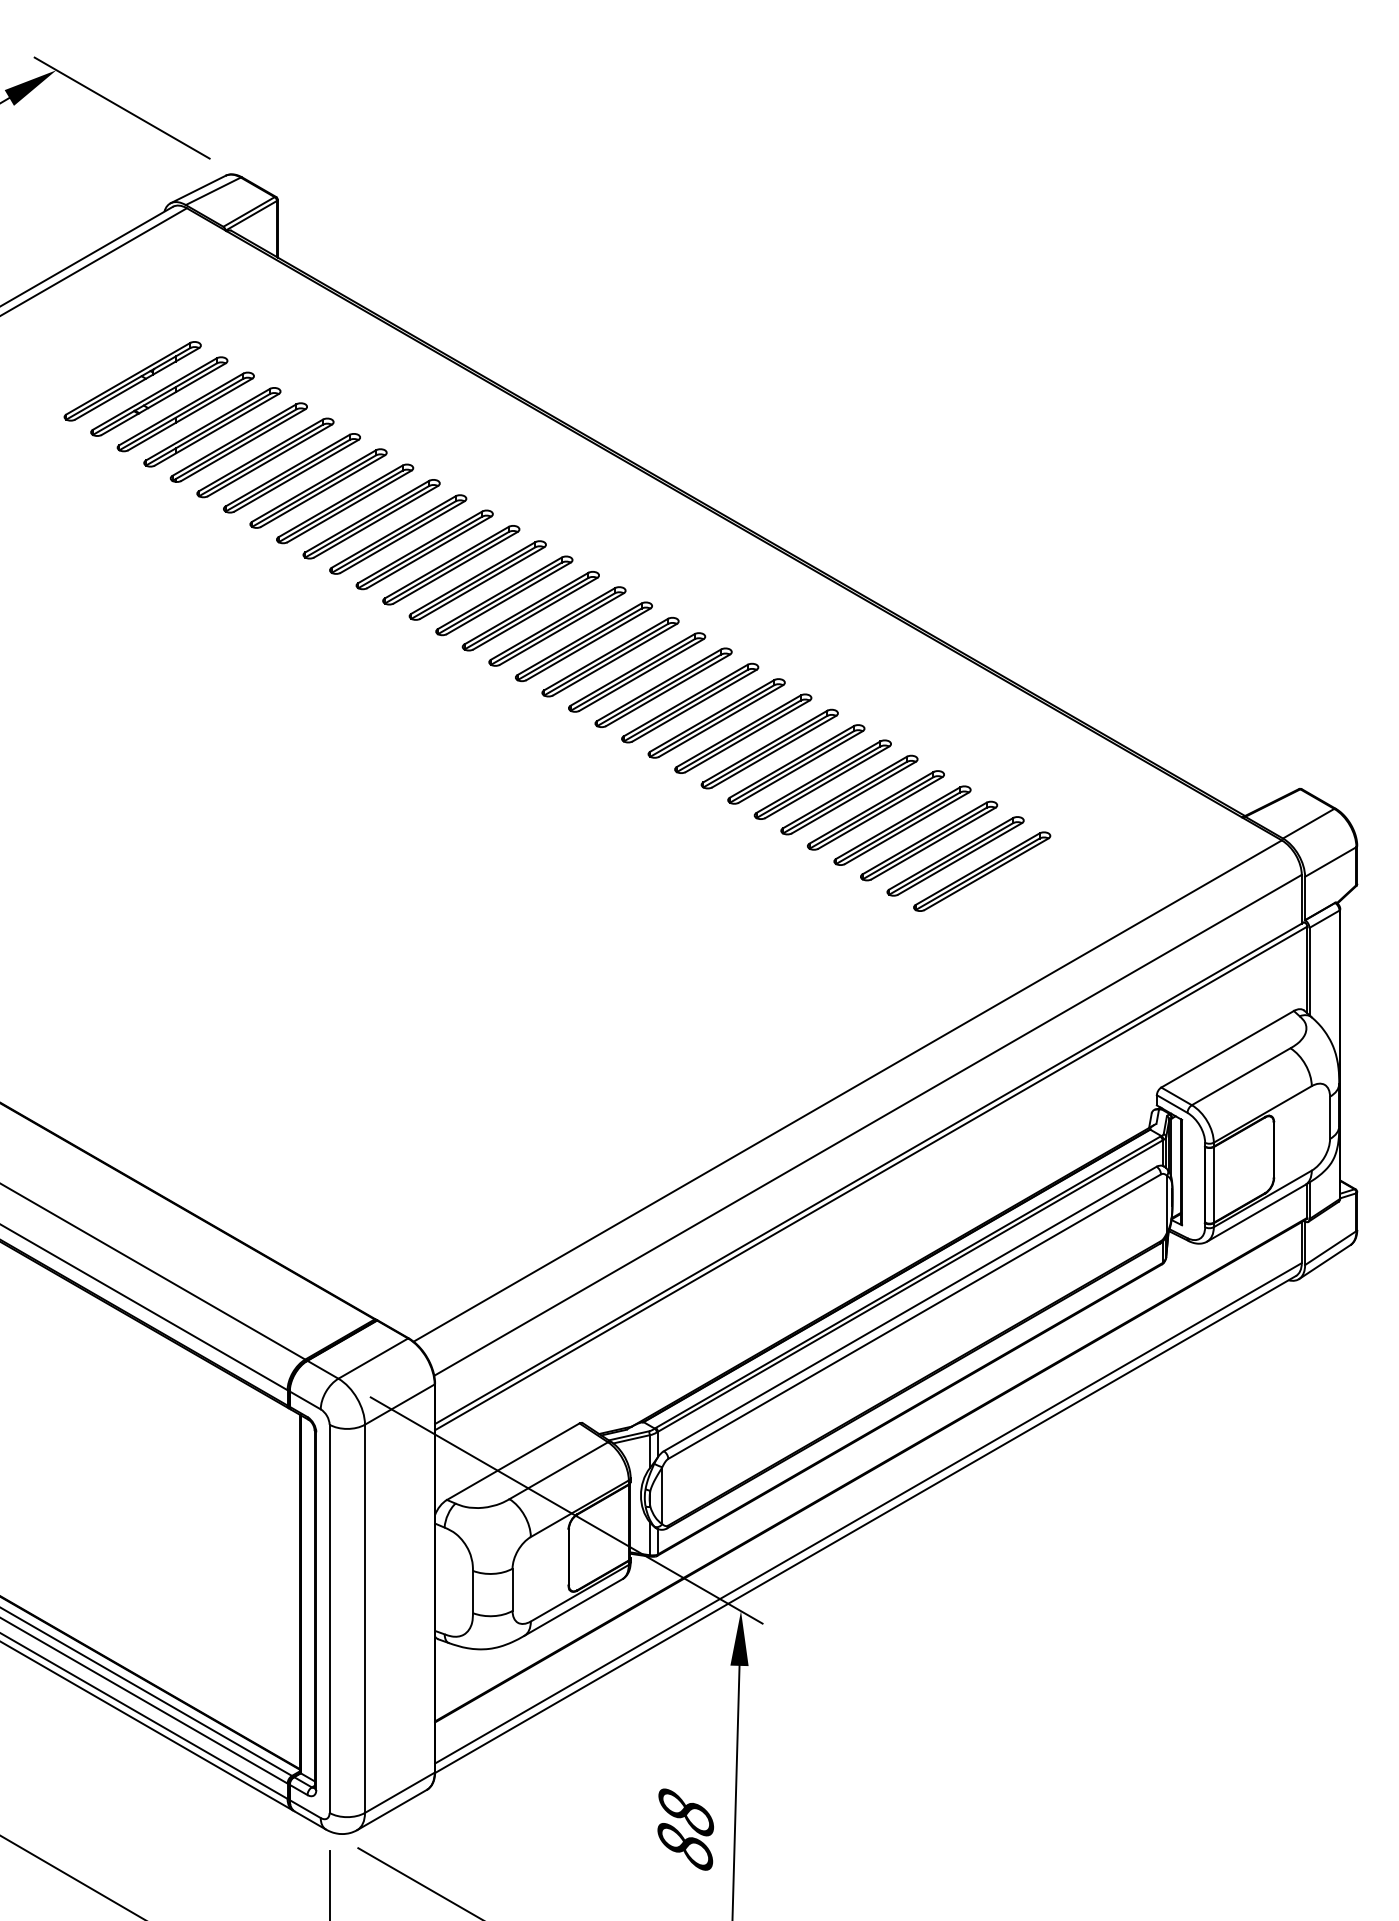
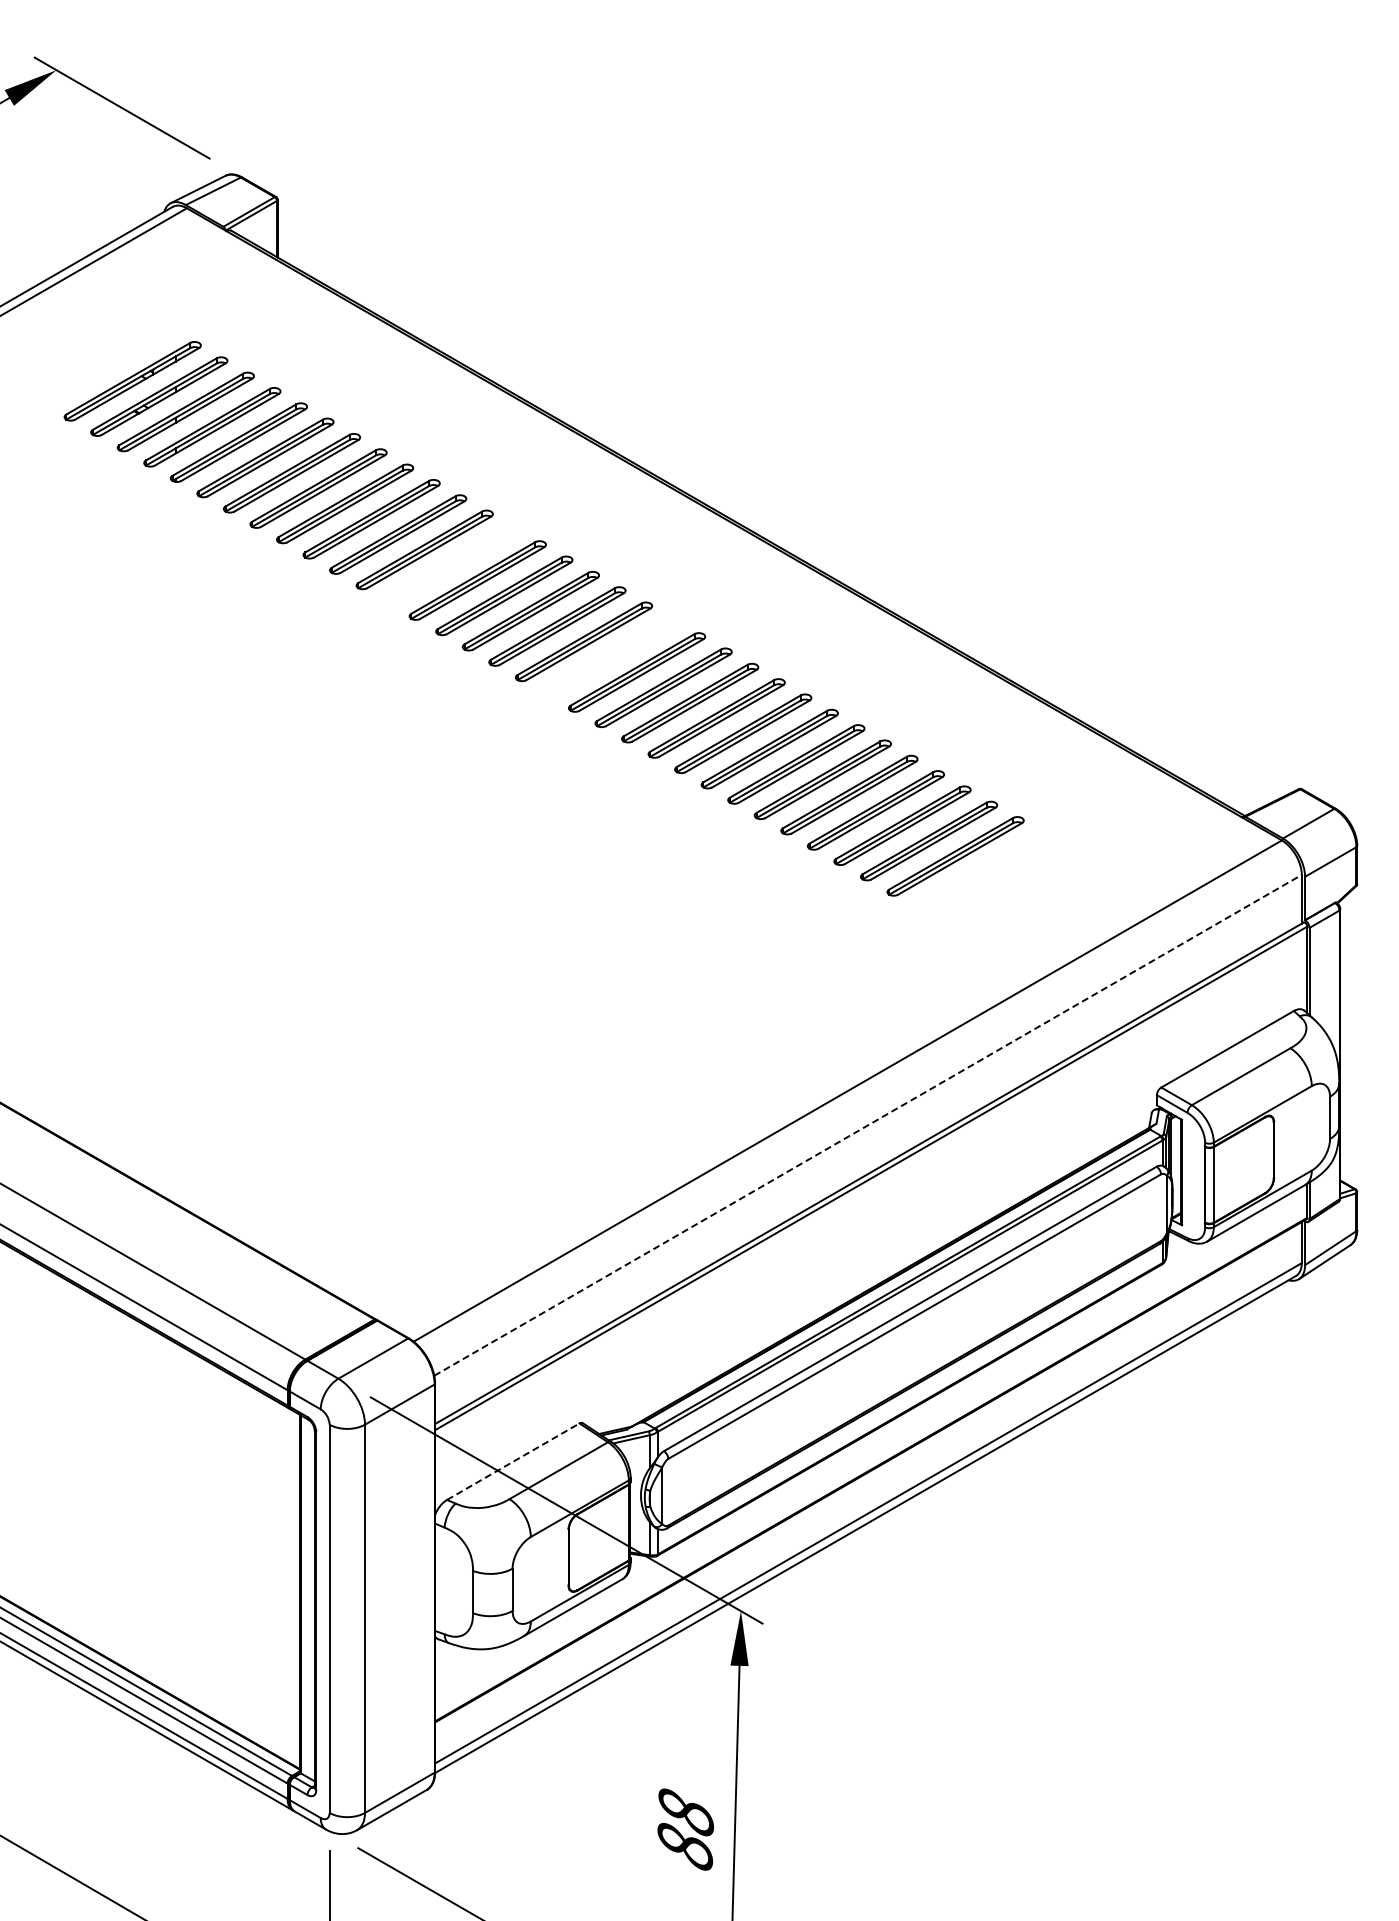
part at (451, 565): present -> none
part at (610, 657): present -> none
part at (982, 871): present -> none
line at (868, 1125): solid -> dashed
line at (513, 1461): solid -> dashed
